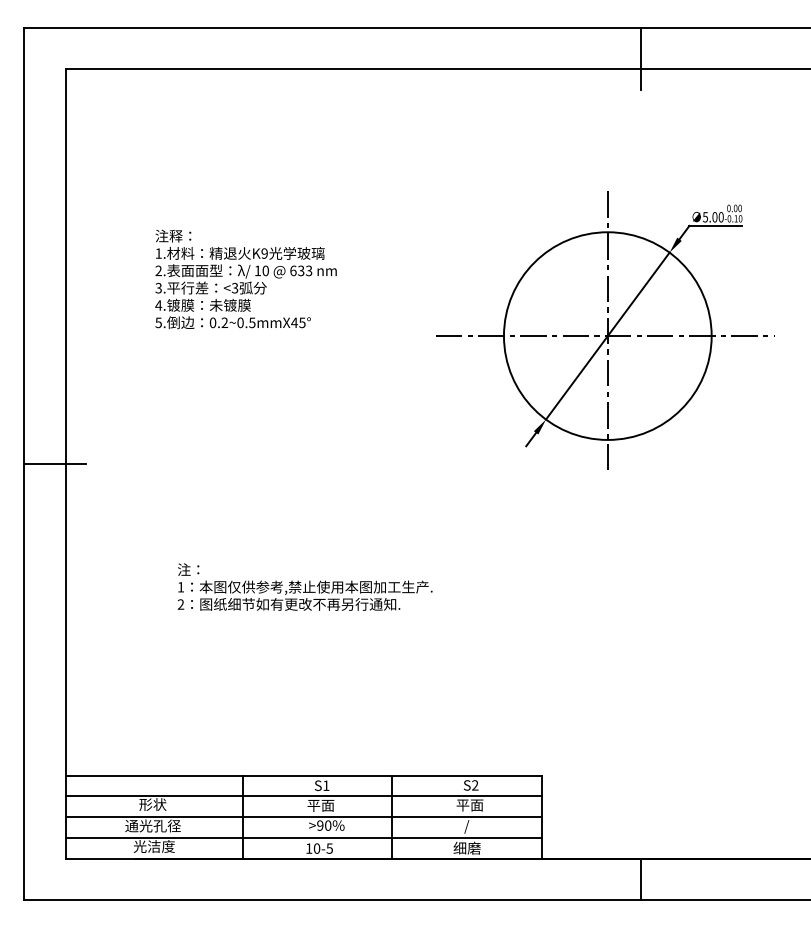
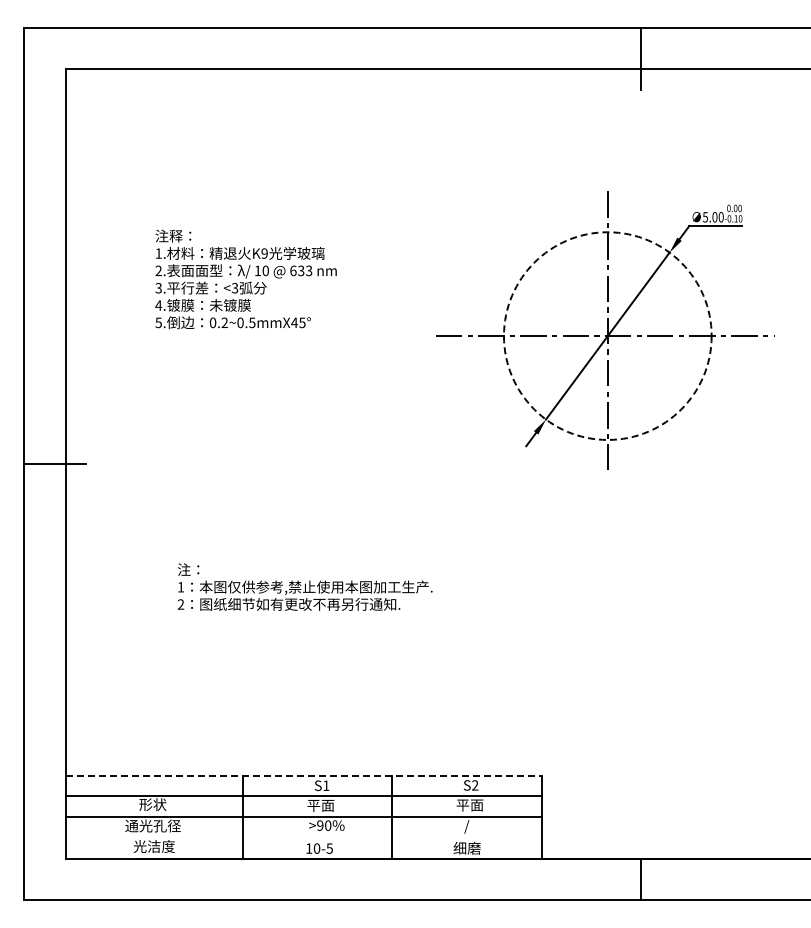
circle at (607, 335): solid -> dashed
line at (304, 775): solid -> dashed
line at (303, 837): present -> none
